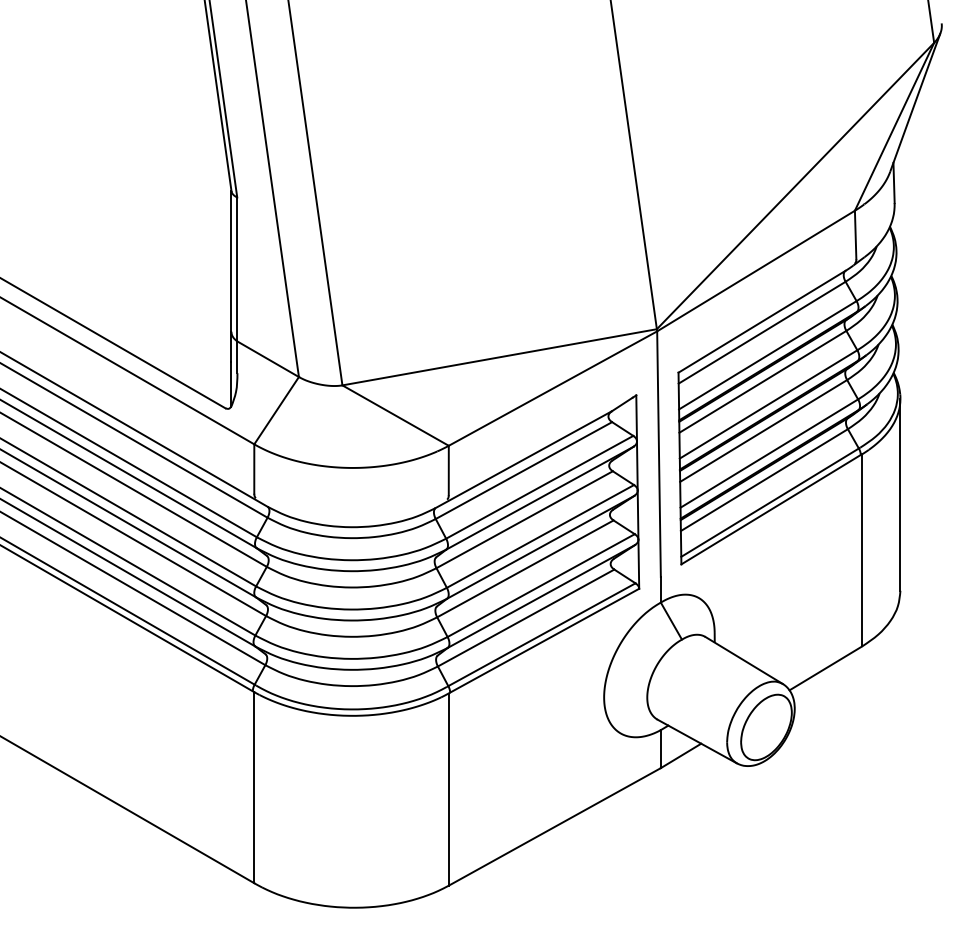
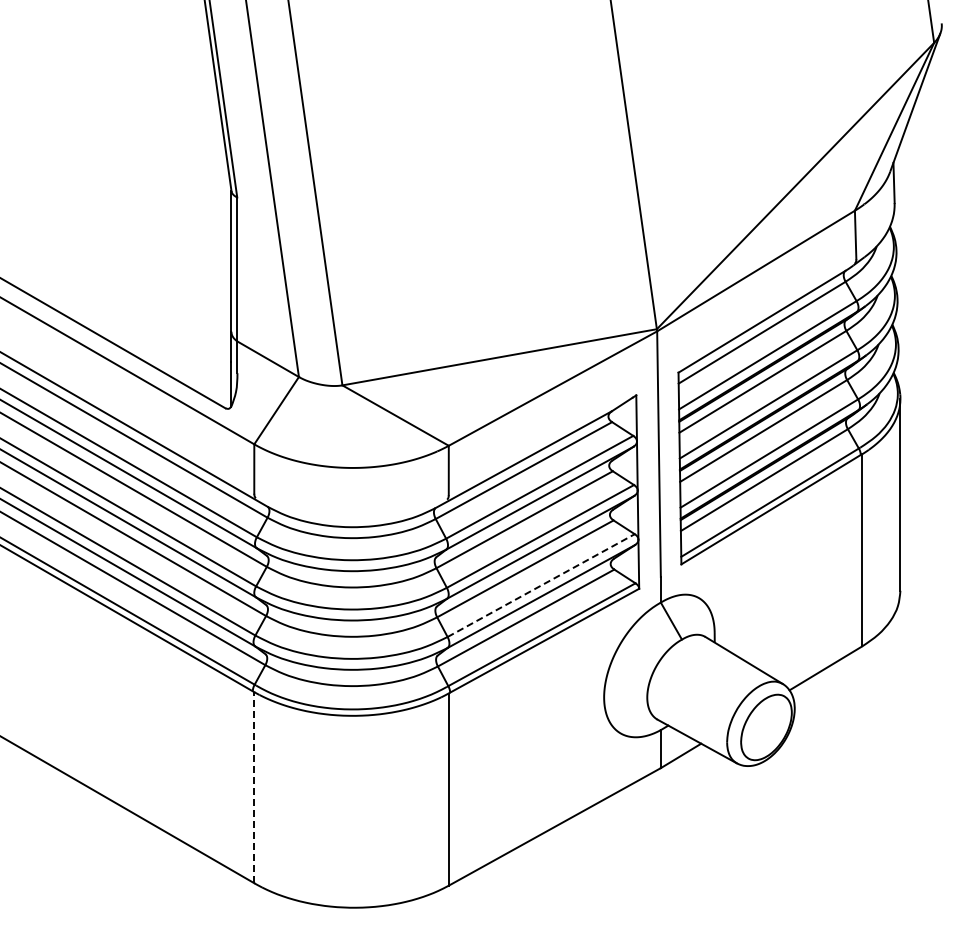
line at (541, 585): solid -> dashed
line at (254, 787): solid -> dashed
